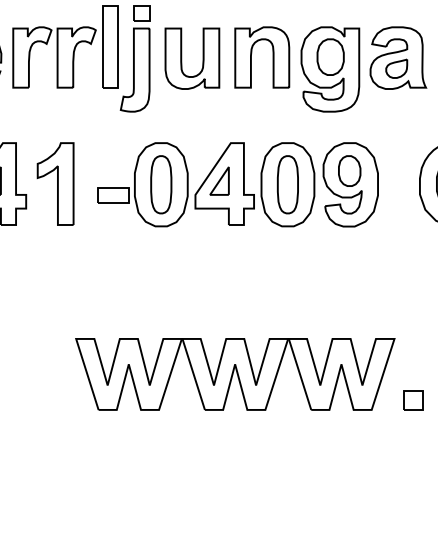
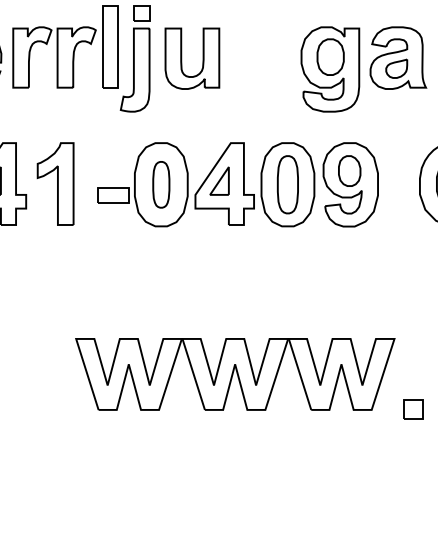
part at (272, 57): present -> none
part at (161, 184) size: 23x60 px -> 19x48 px
part at (413, 400) position: (413, 400) -> (413, 409)
